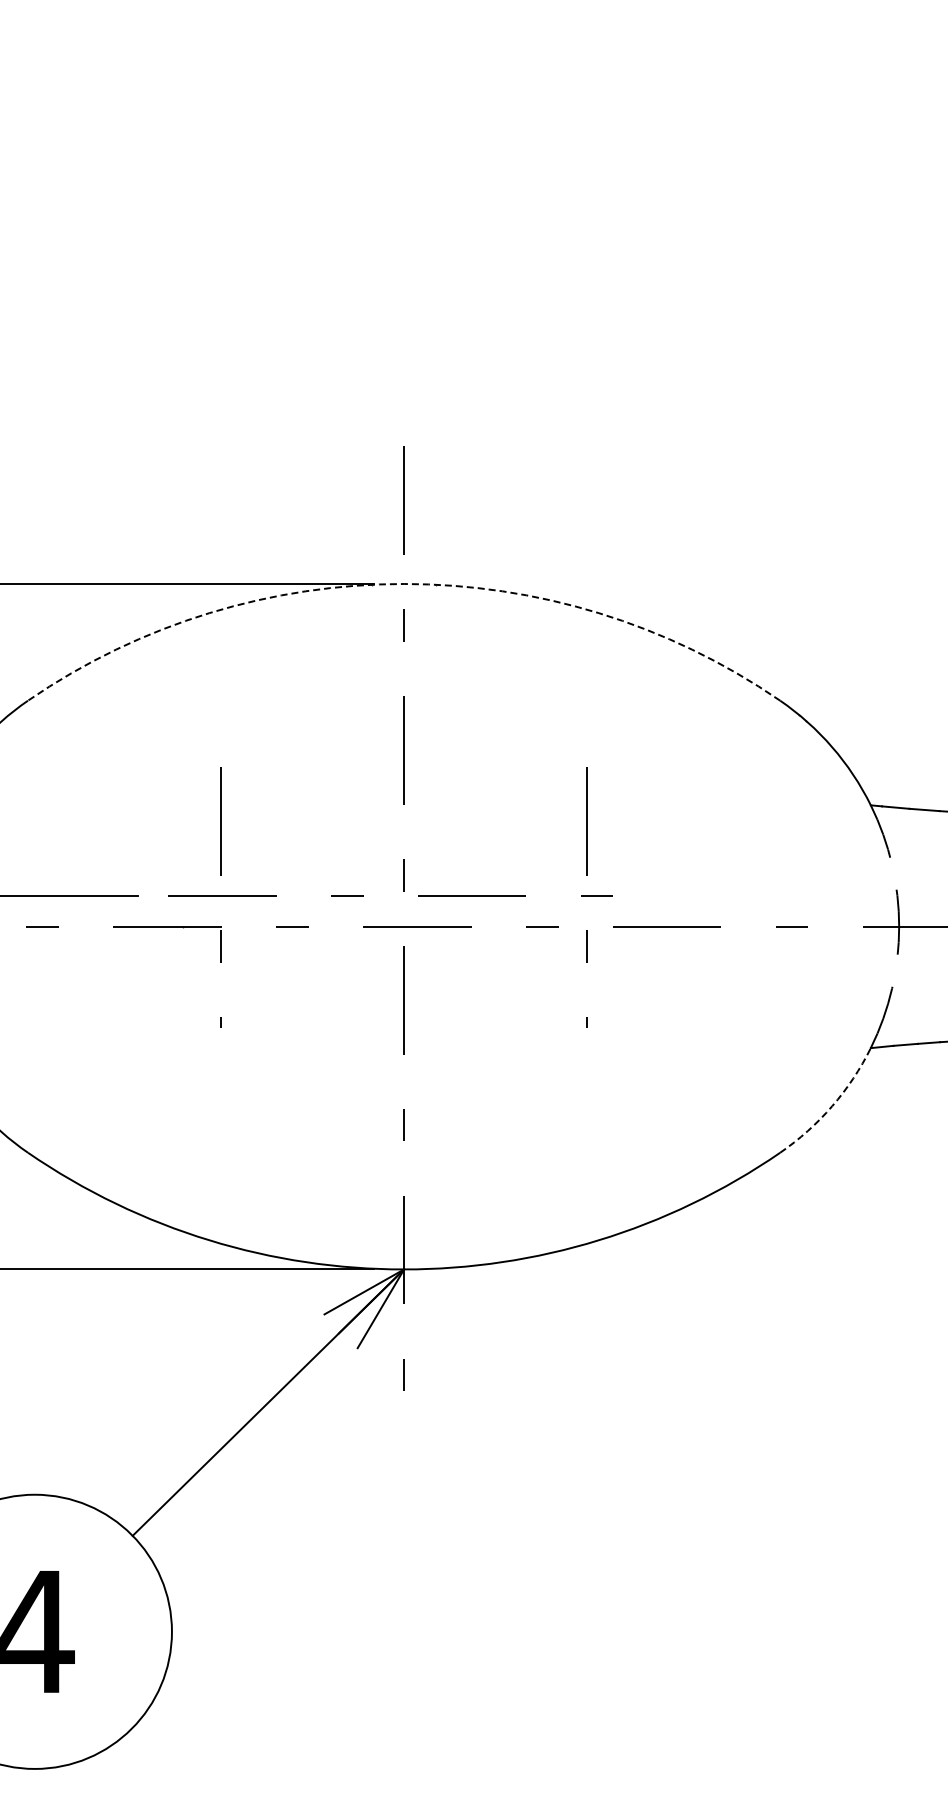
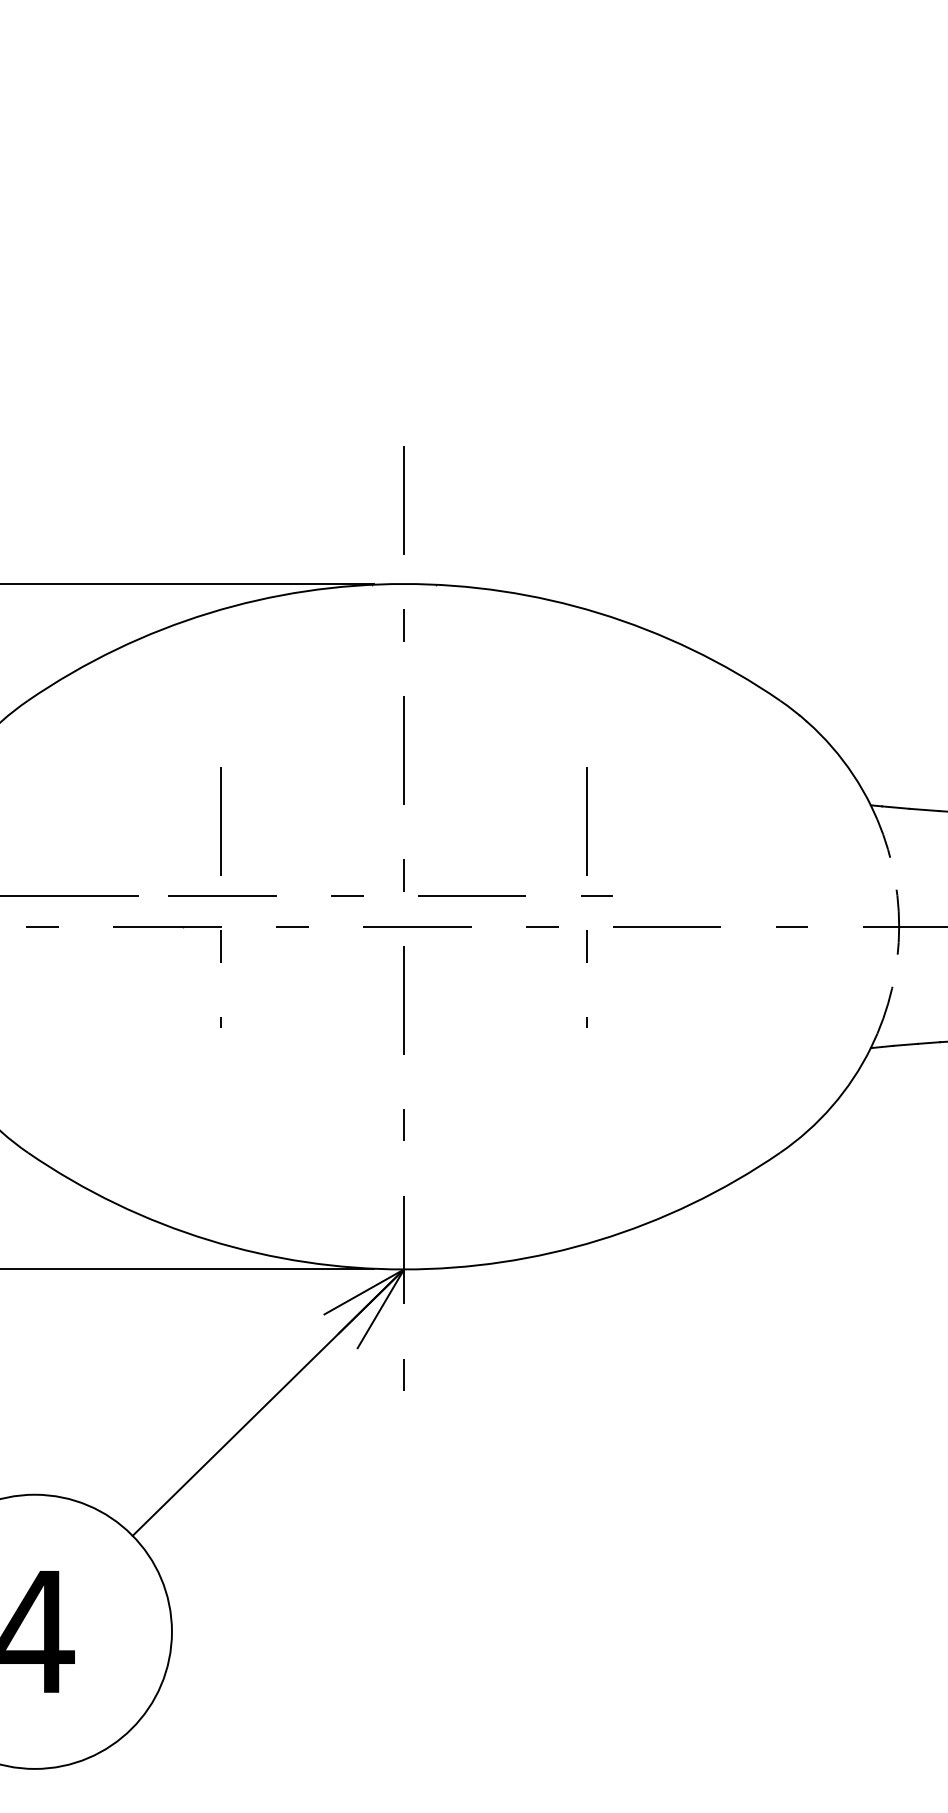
arc at (404, 583): dashed -> solid
arc at (832, 1106): dashed -> solid
